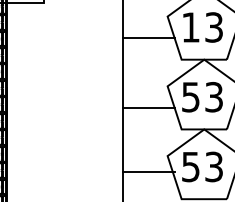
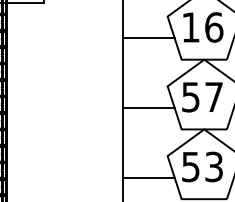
text at (214, 27): 13 -> 16
text at (213, 97): 53 -> 57
line at (148, 171) position: (148, 171) -> (148, 177)
